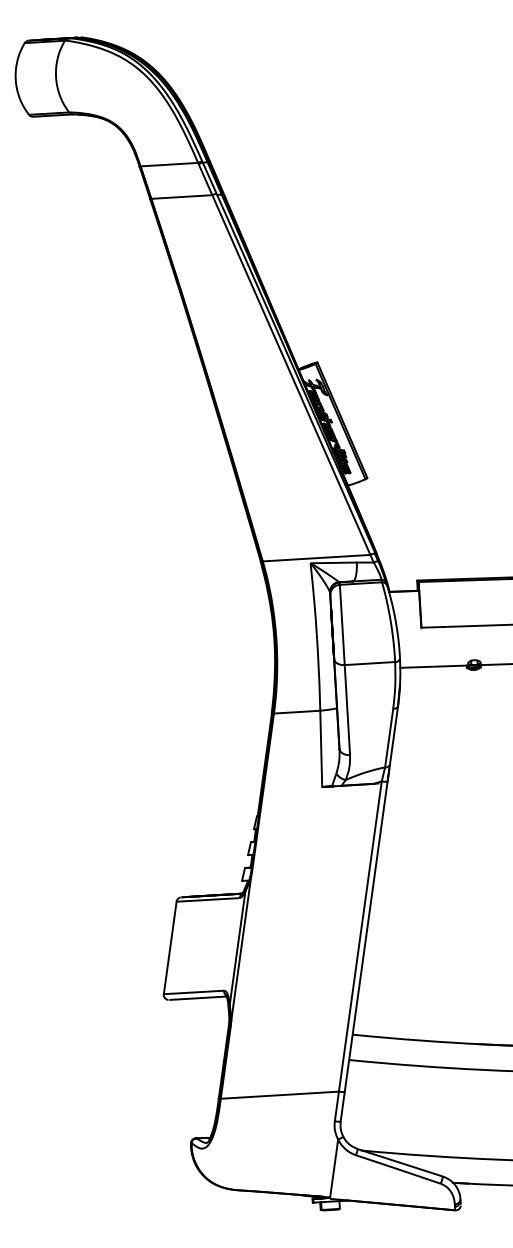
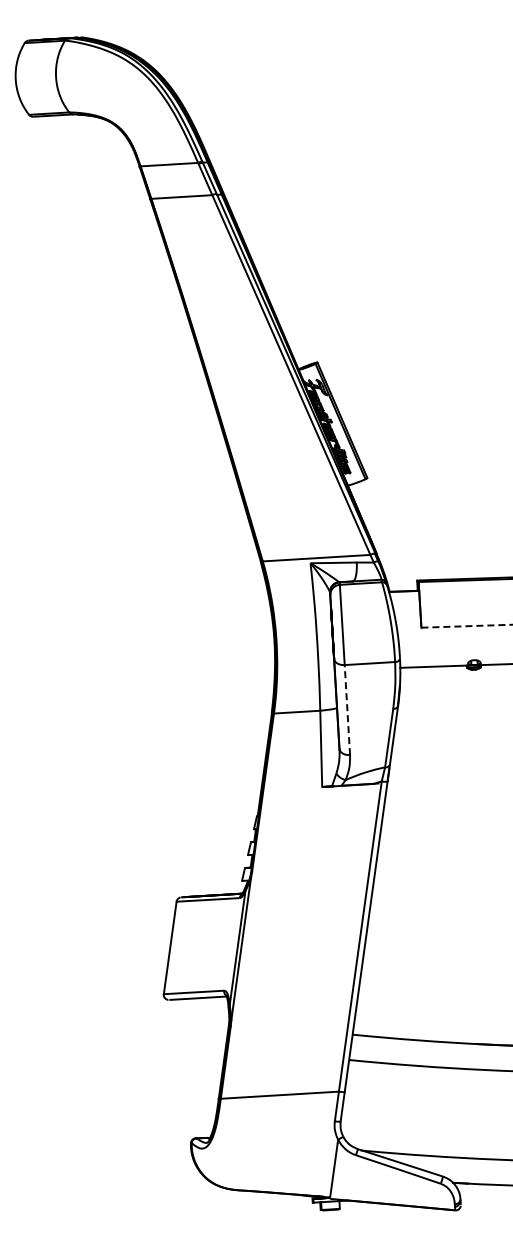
line at (467, 626): solid -> dashed
line at (347, 709): solid -> dashed
